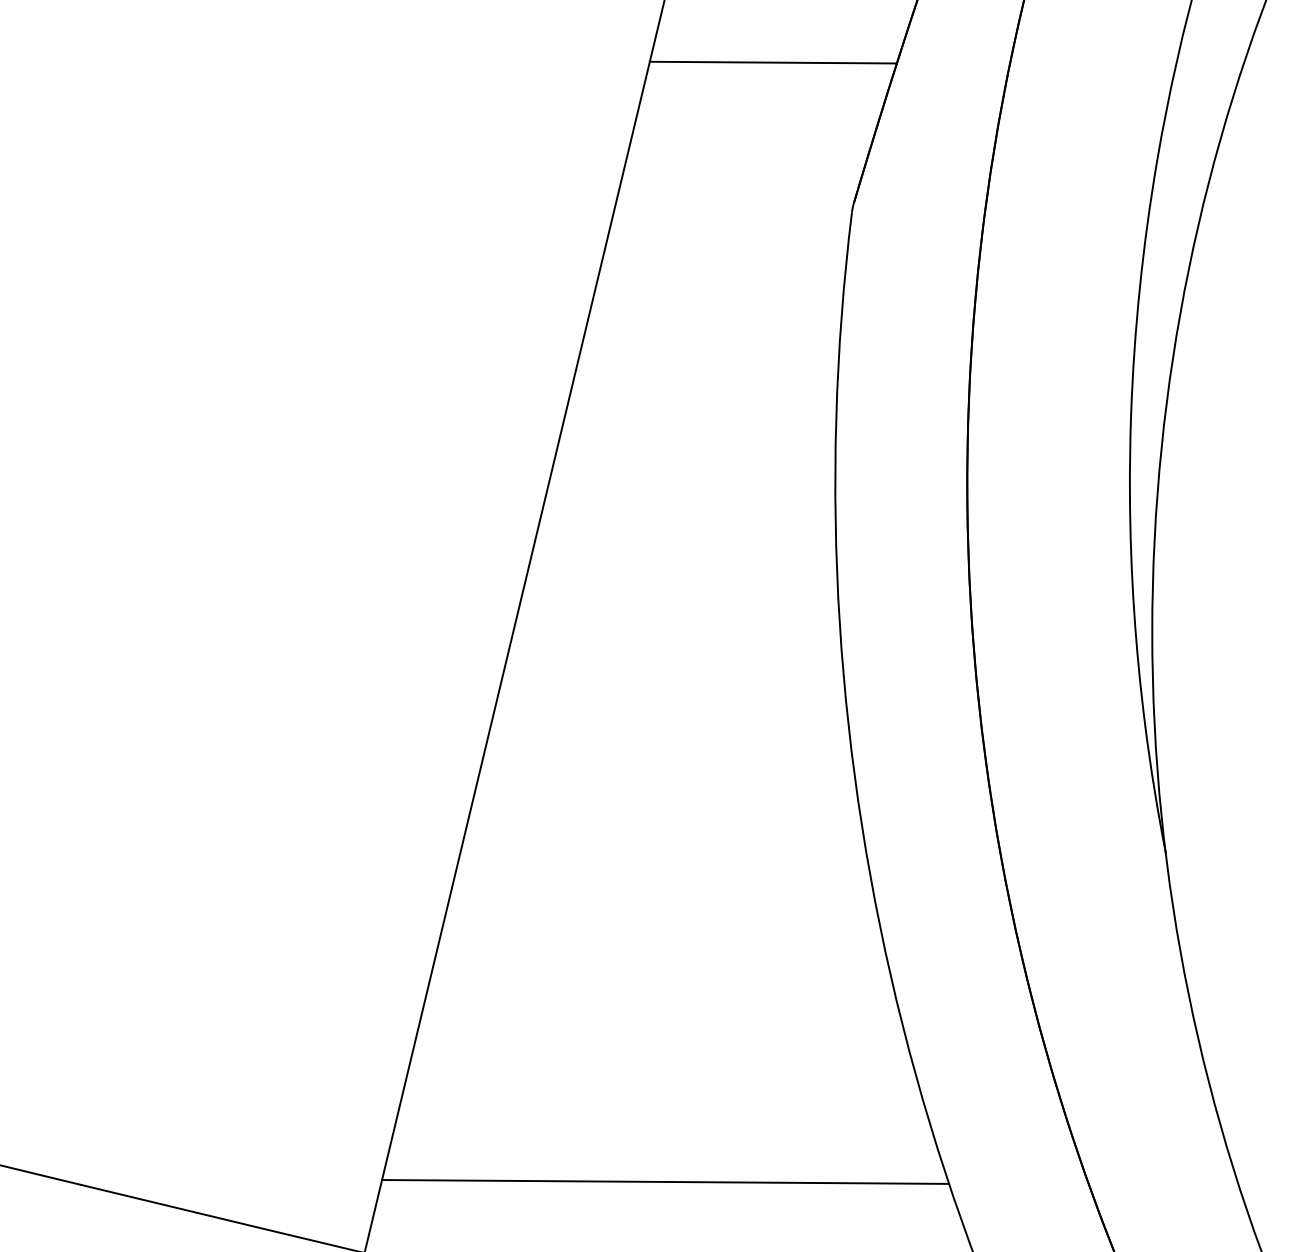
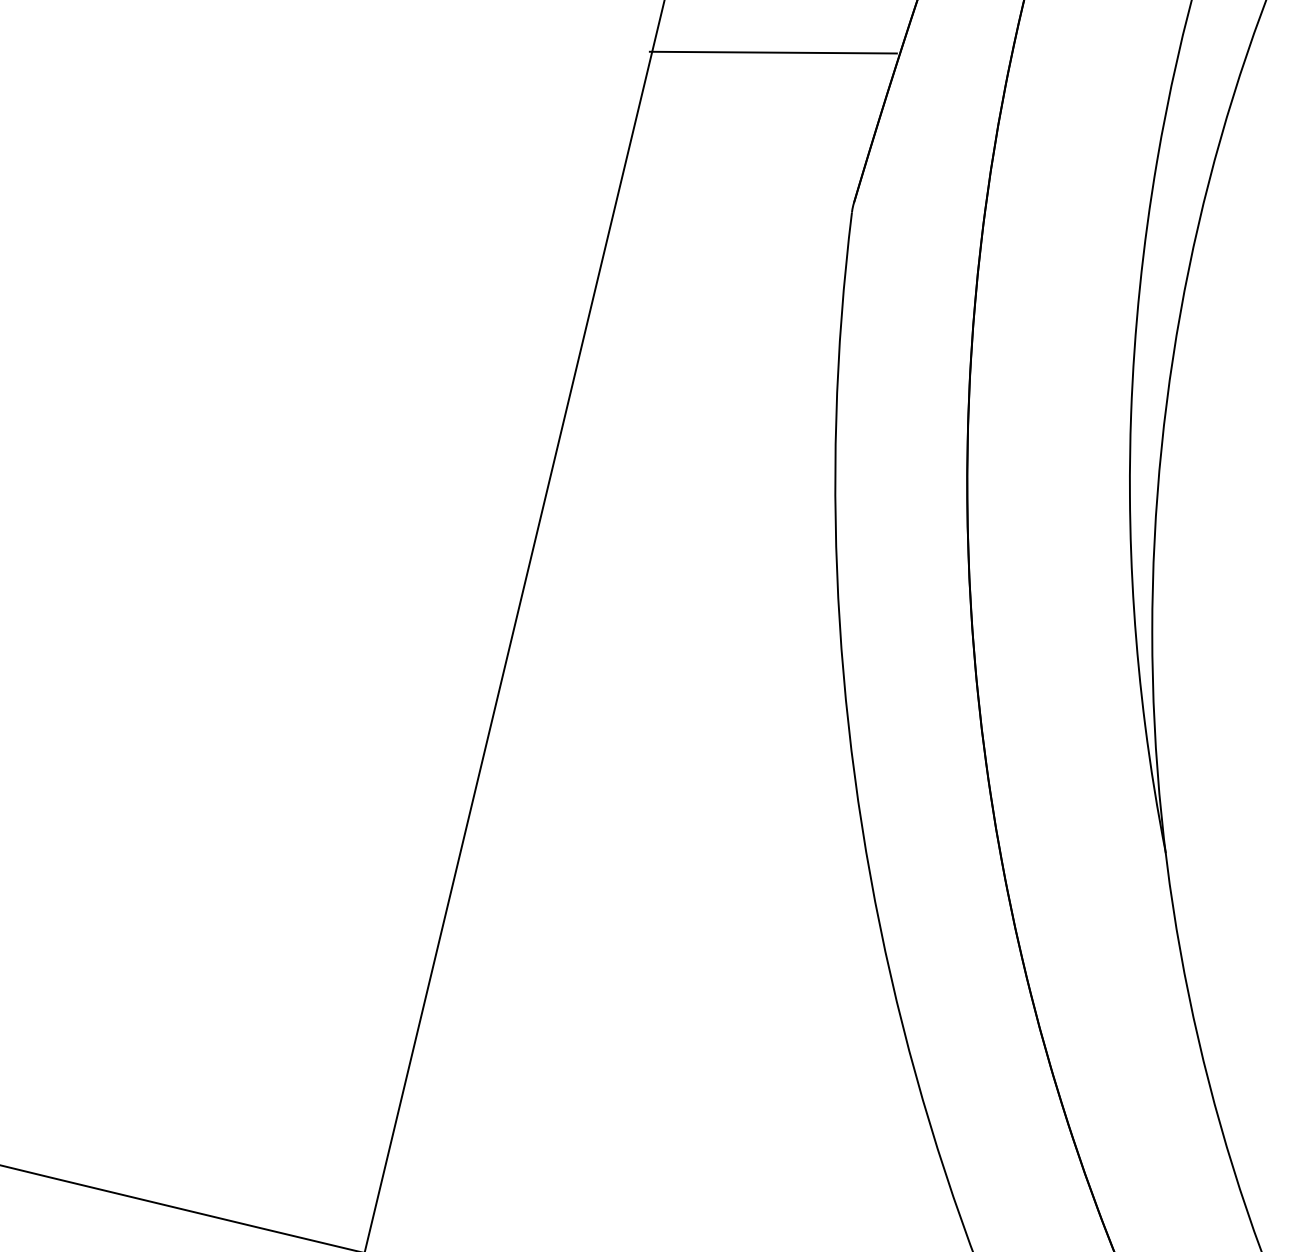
line at (772, 62) position: (772, 62) -> (772, 52)
line at (665, 1181): present -> none
